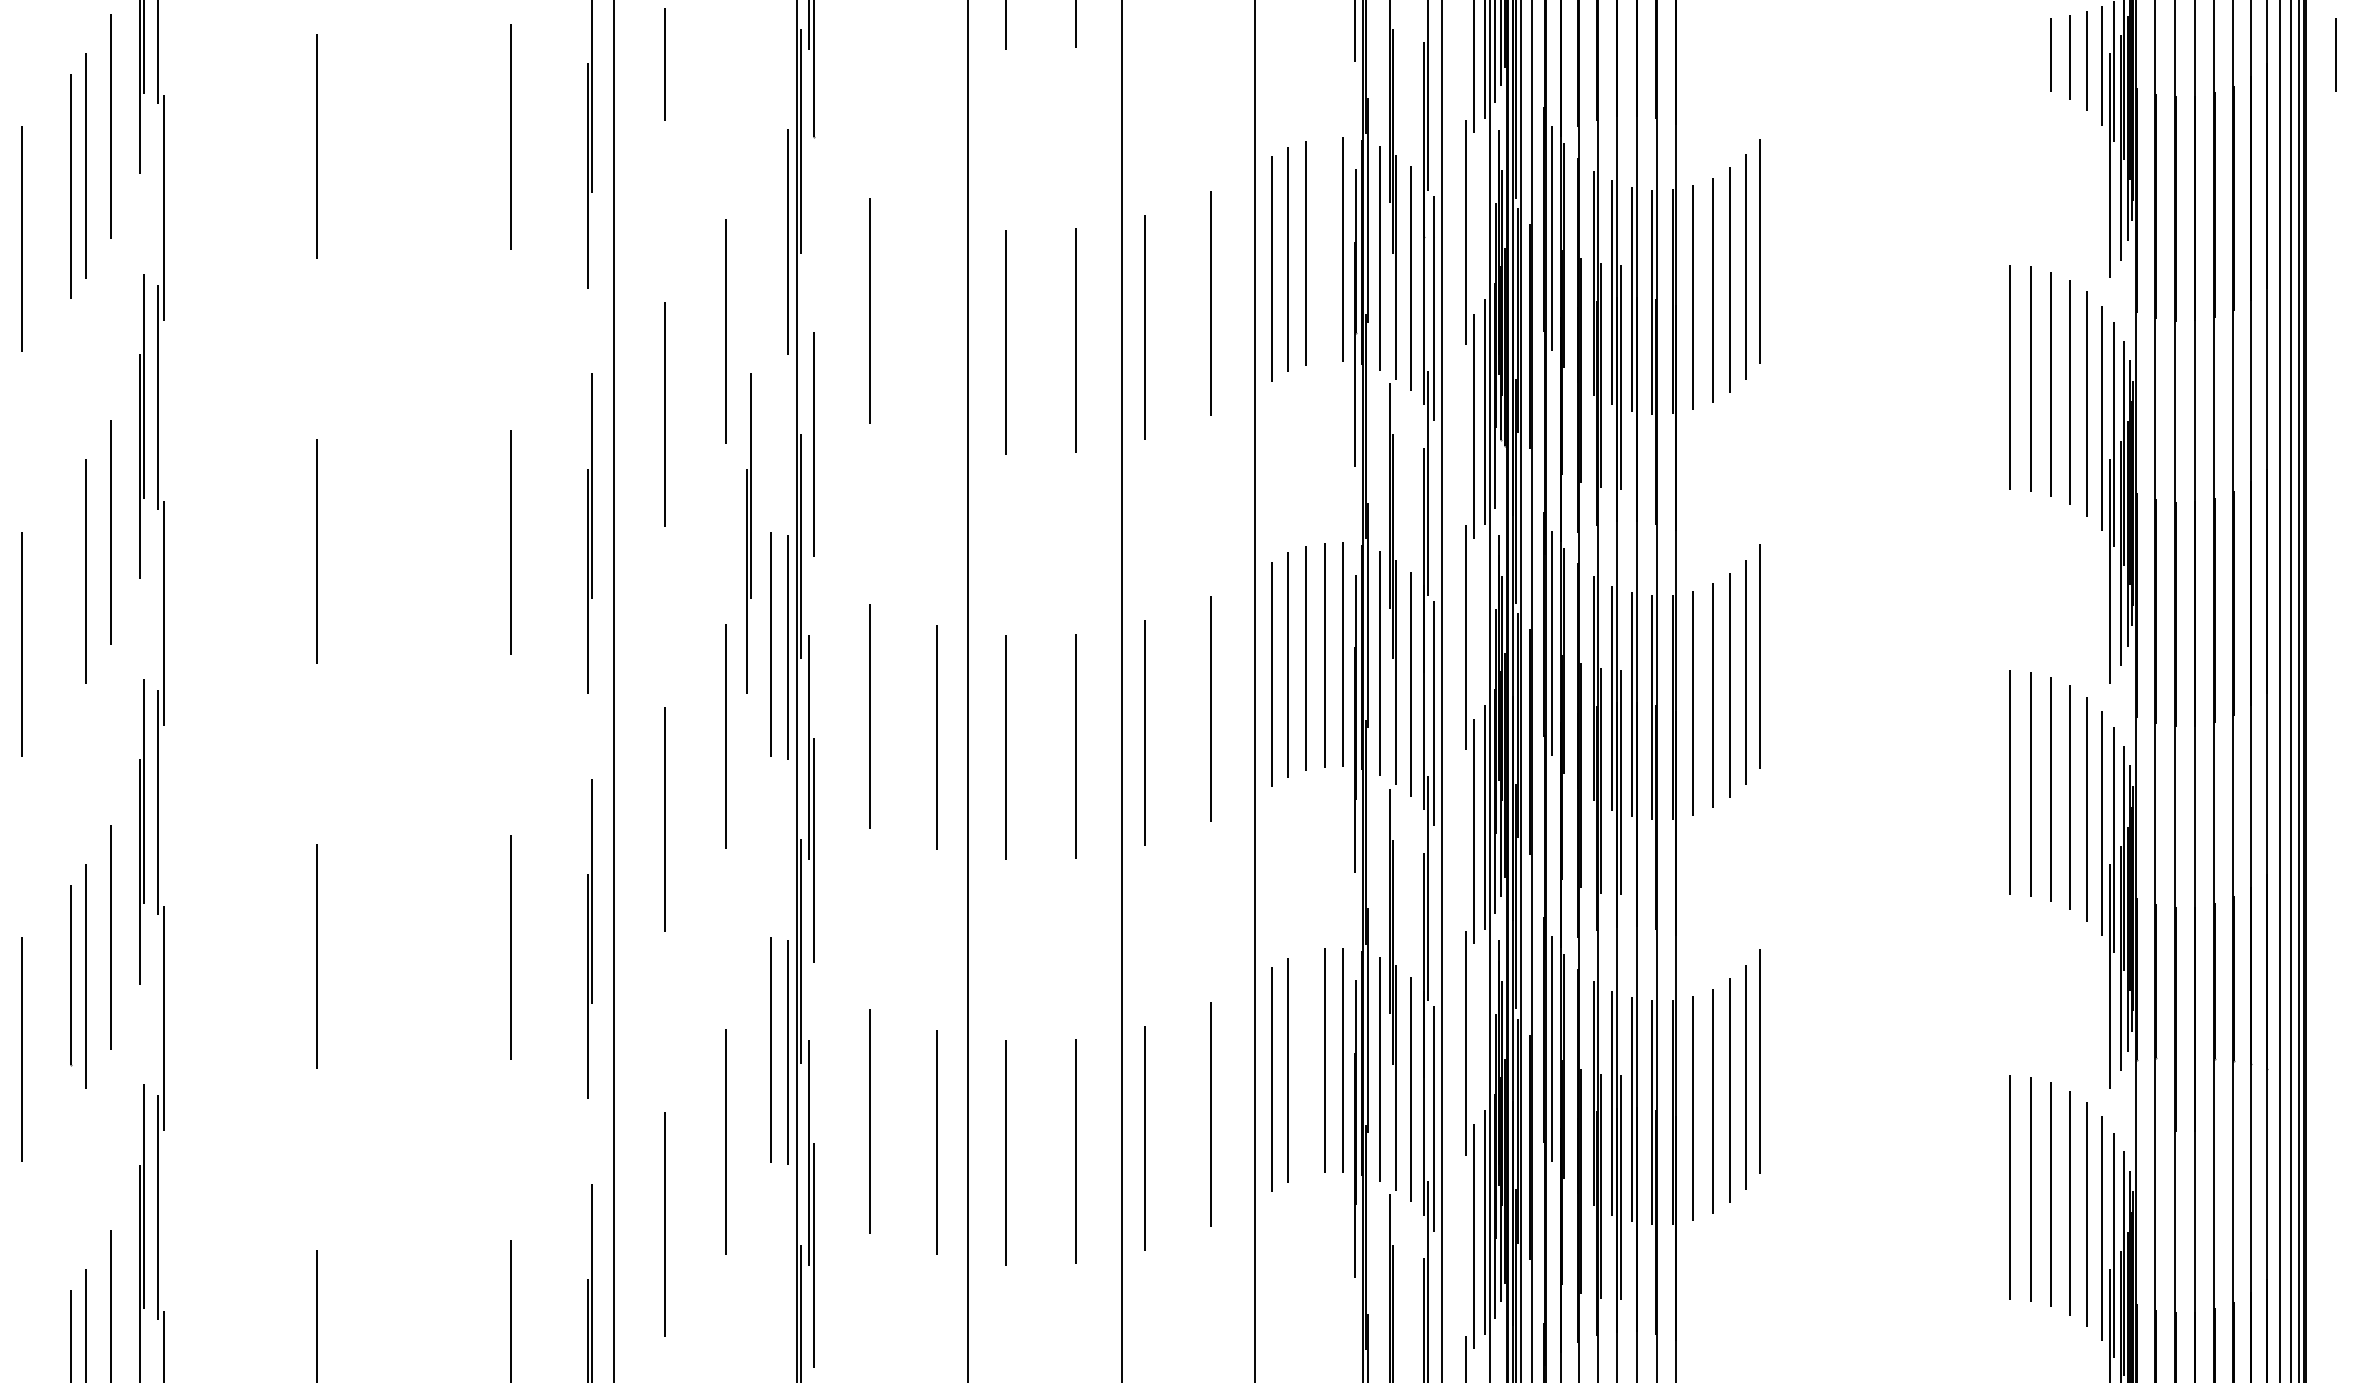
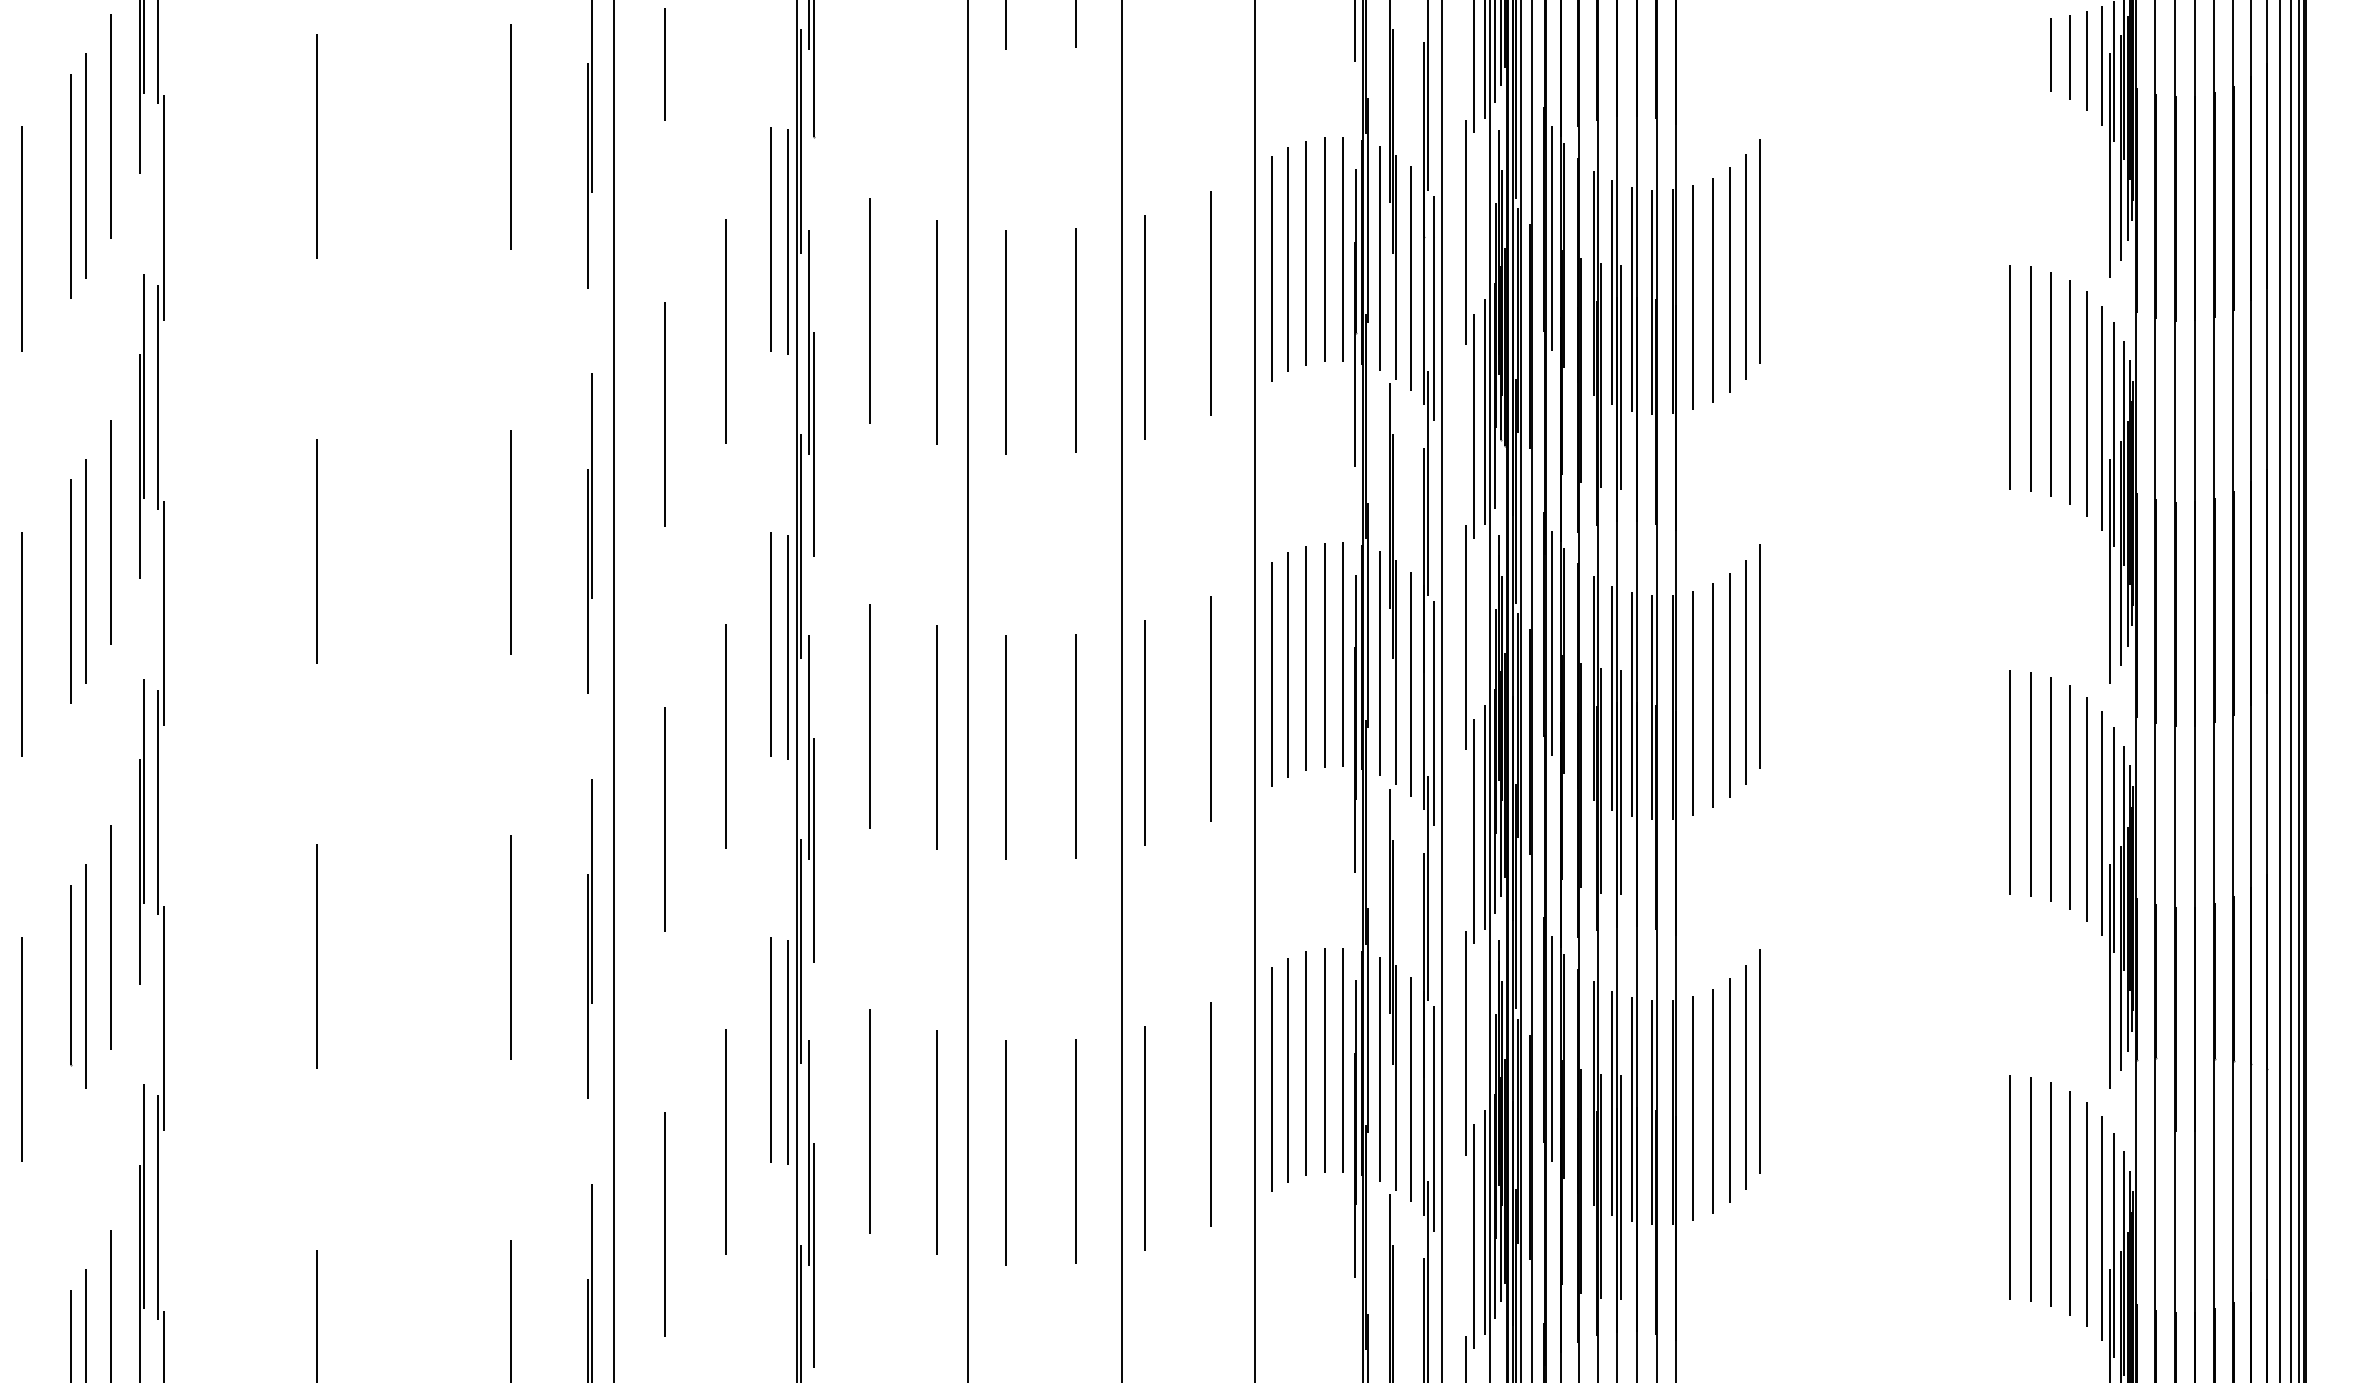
line at (2335, 54): present -> none
line at (771, 239): none -> present
line at (1324, 249): none -> present
line at (936, 331): none -> present
line at (809, 341): none -> present
part at (748, 533): present -> none
line at (71, 591): none -> present
line at (1306, 1063): none -> present
